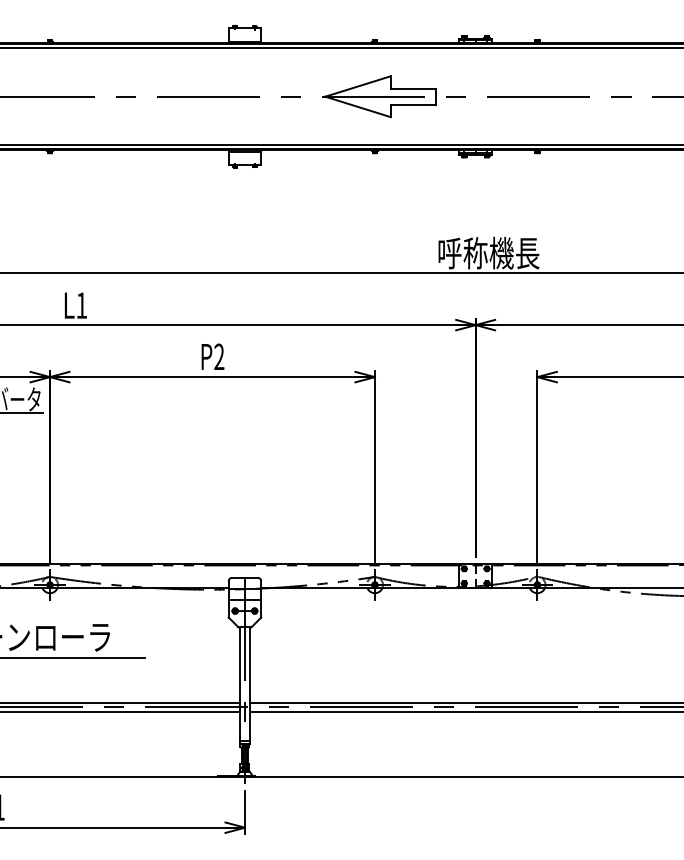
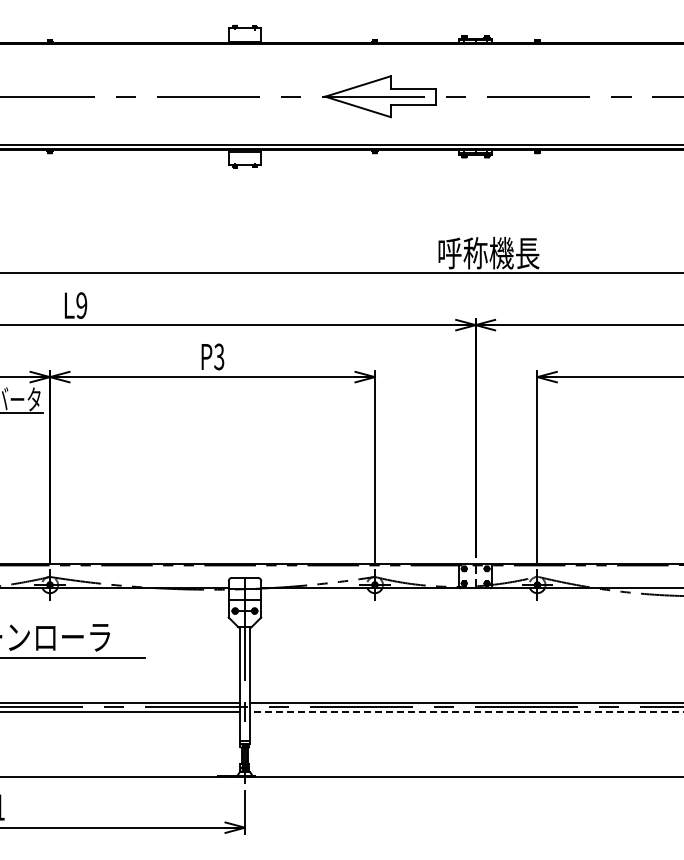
line at (341, 47): present -> none
text at (81, 305): L1 -> L9
text at (219, 357): P2 -> P3
line at (466, 711): solid -> dashed
